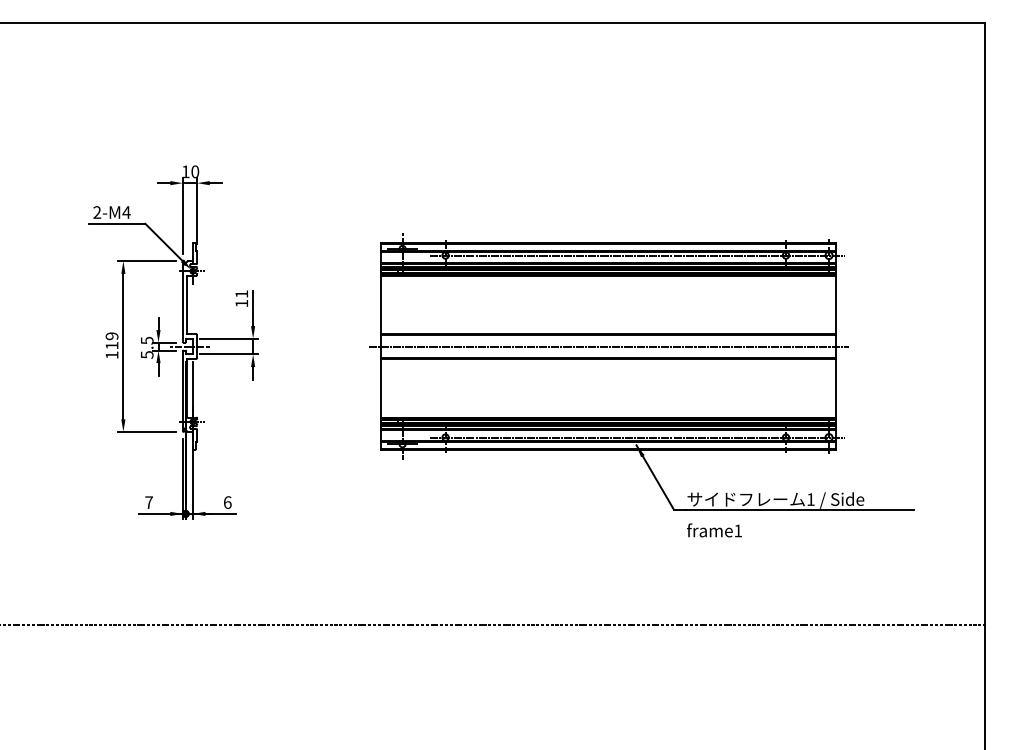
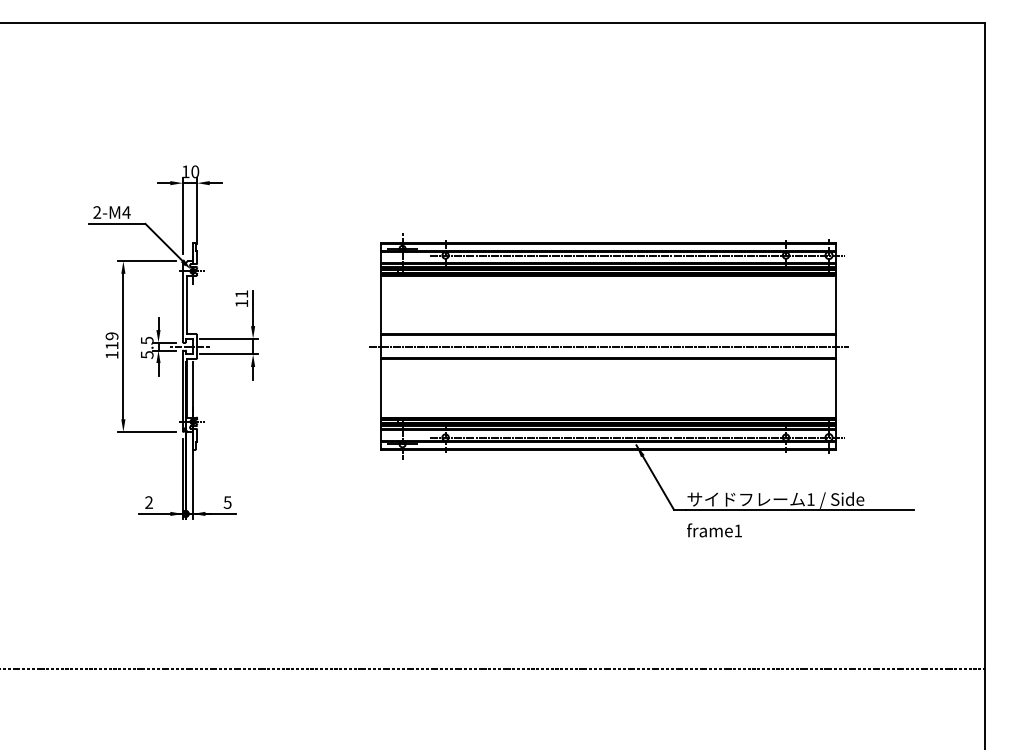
text at (148, 502): 7 -> 2
text at (227, 502): 6 -> 5
line at (493, 625) position: (493, 625) -> (493, 669)
